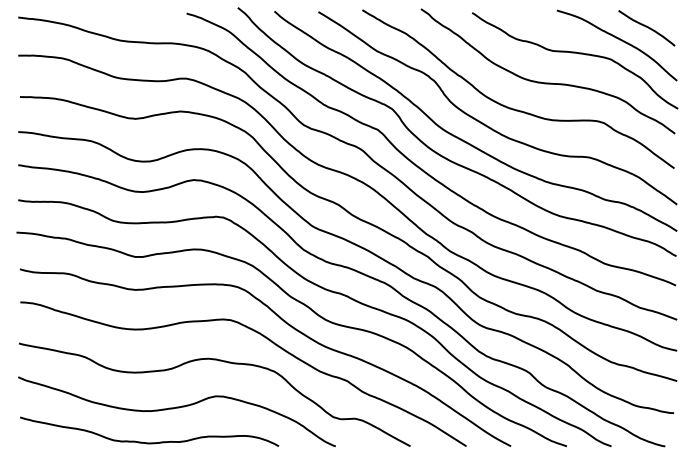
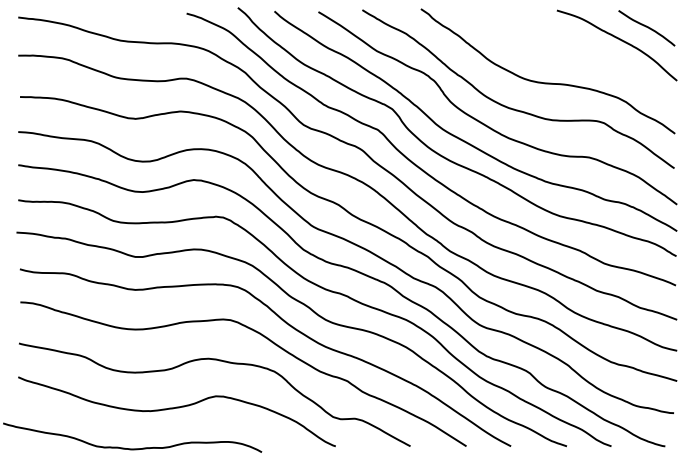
curve at (575, 53): present -> none
curve at (149, 442) position: (149, 442) -> (132, 448)
